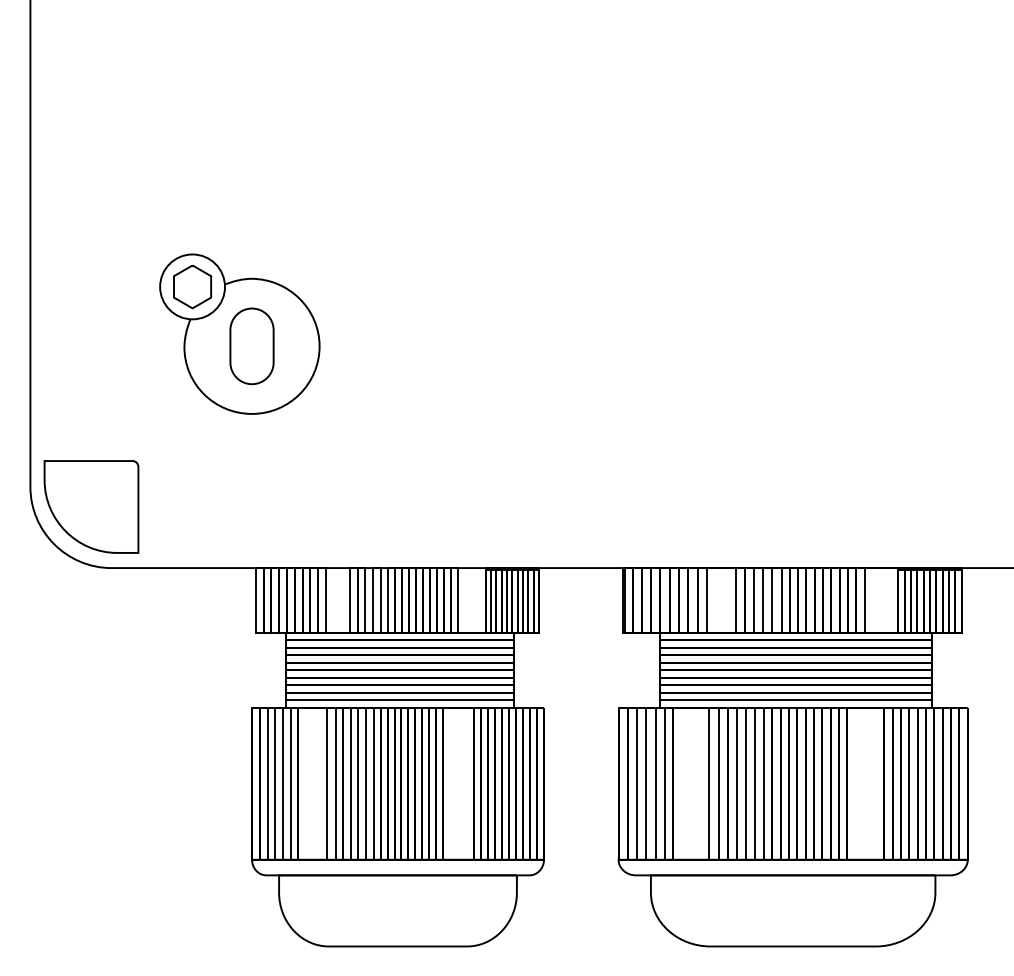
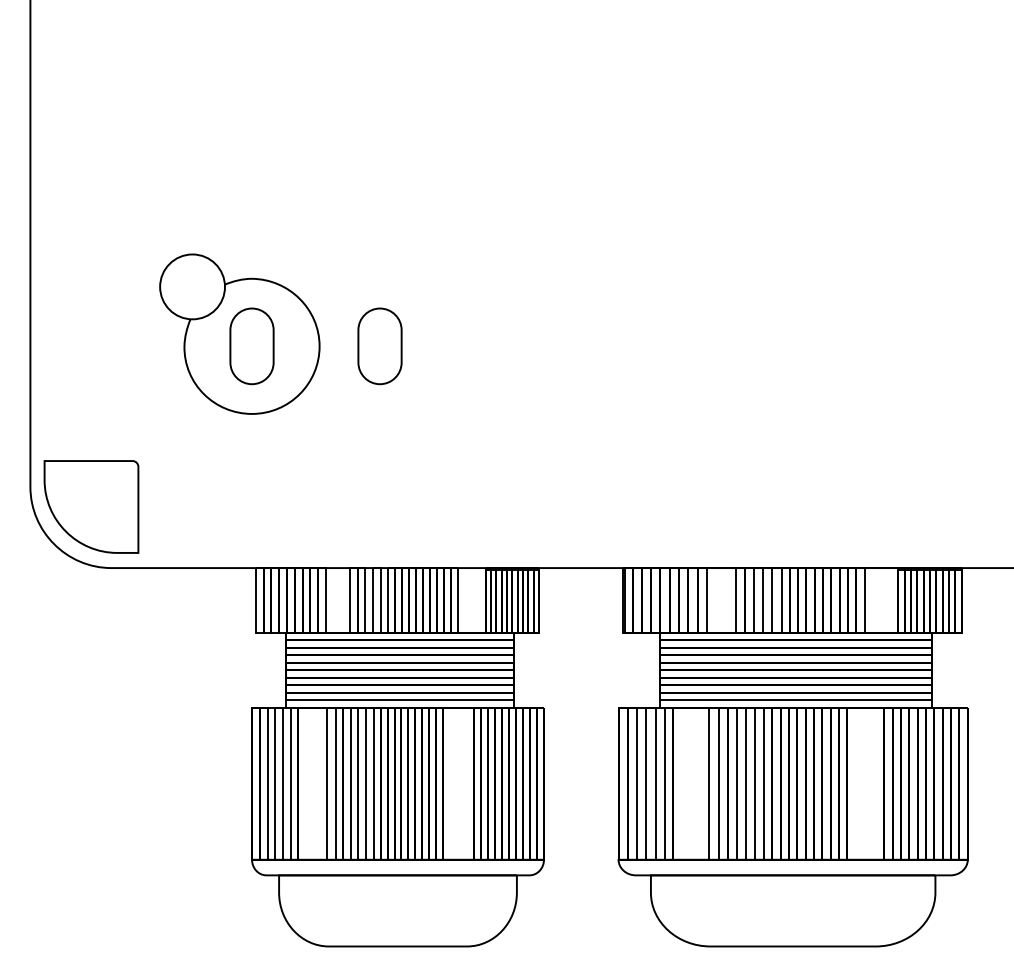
part at (192, 286): present -> none
part at (379, 346): none -> present
